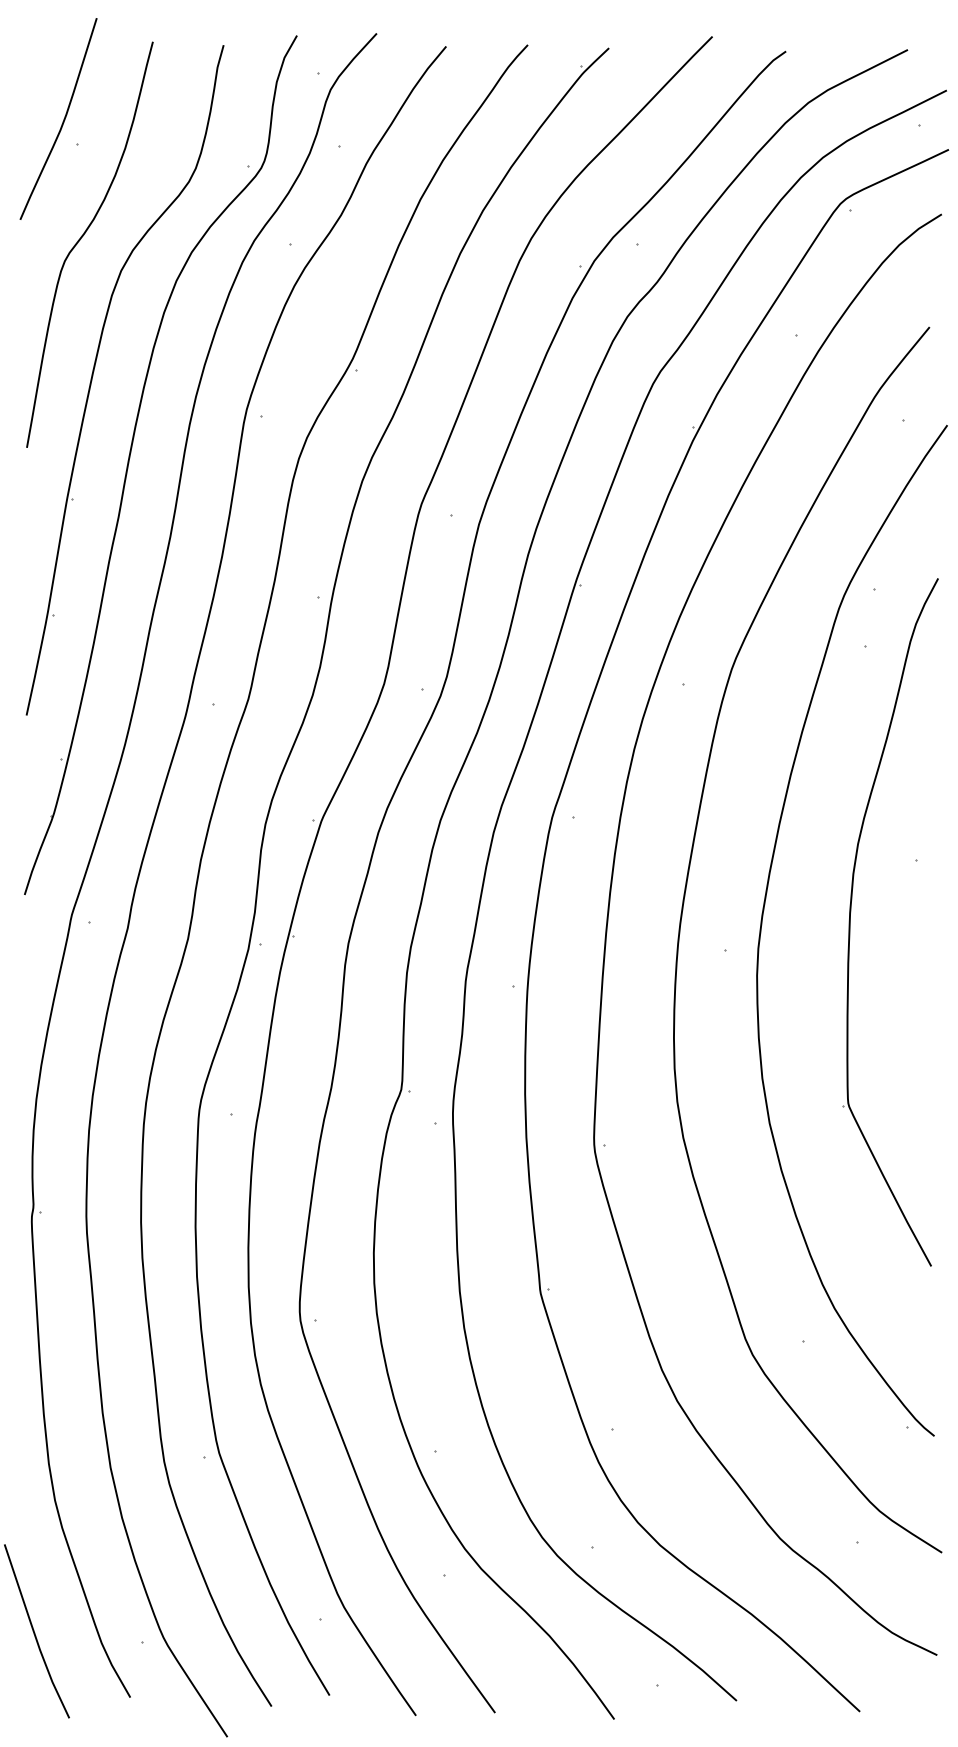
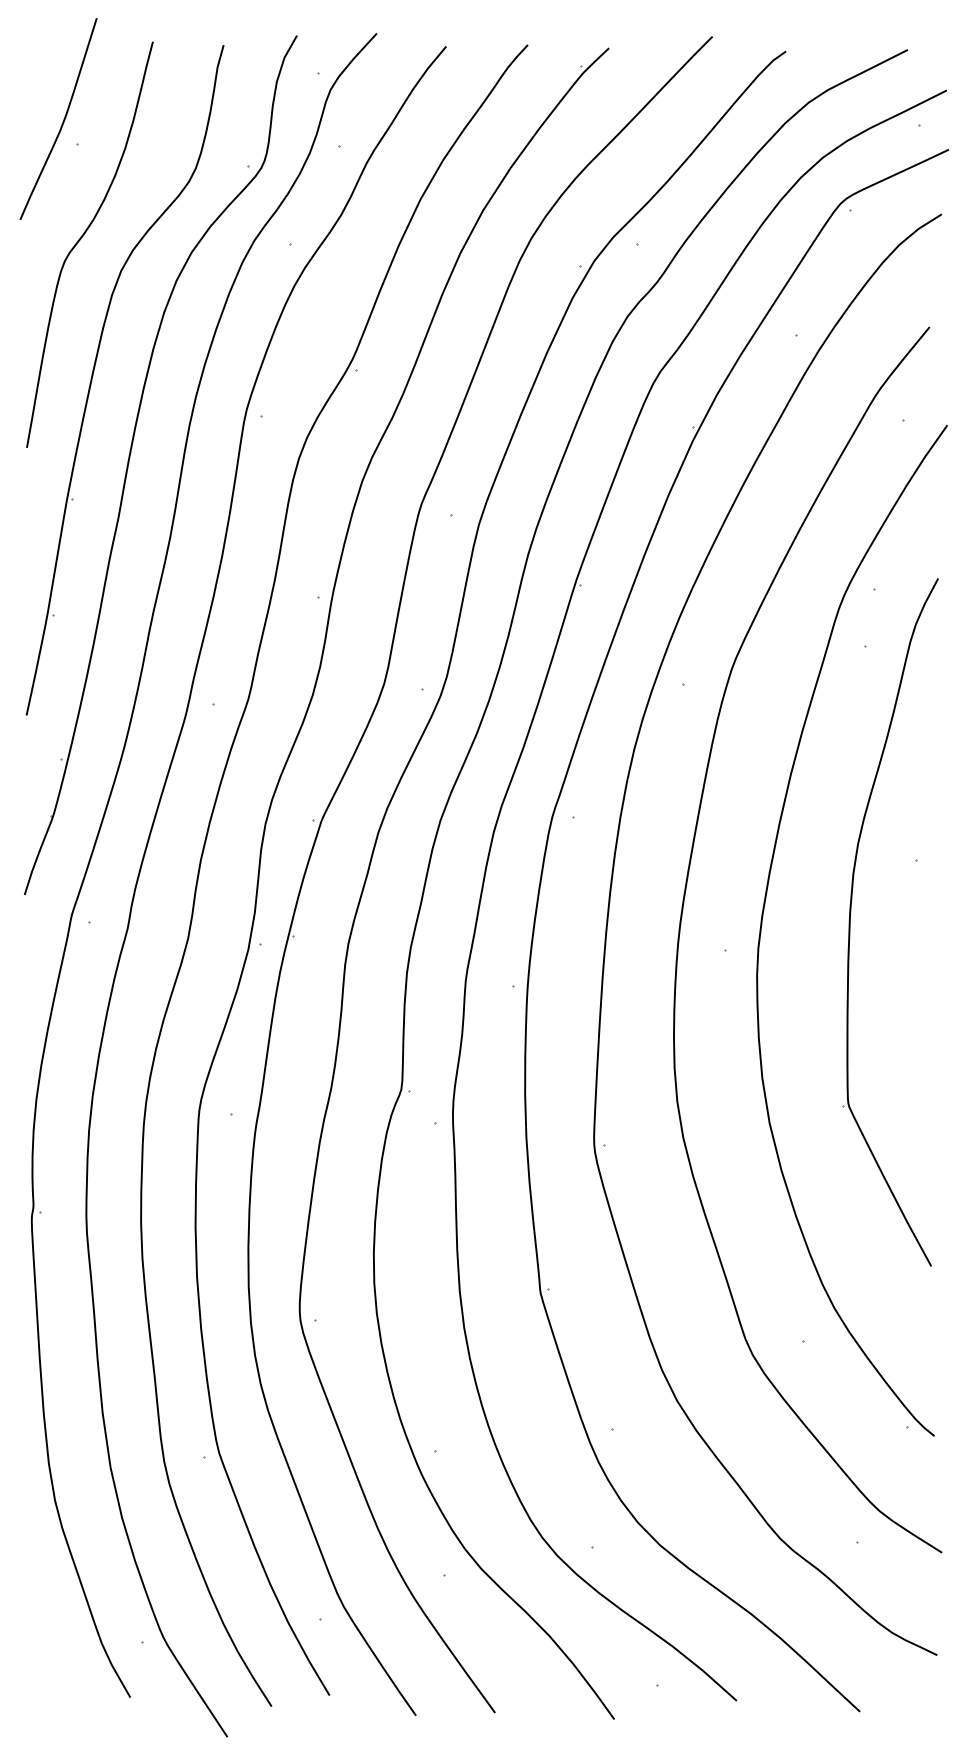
line at (34, 1631): present -> none
